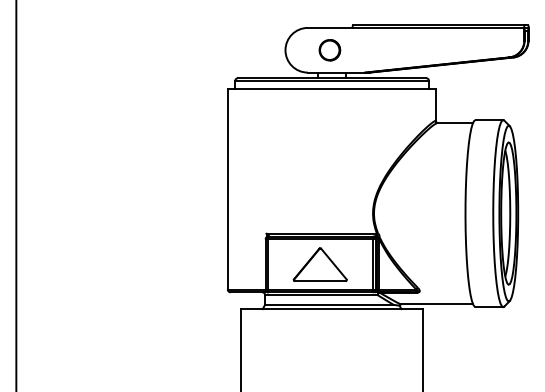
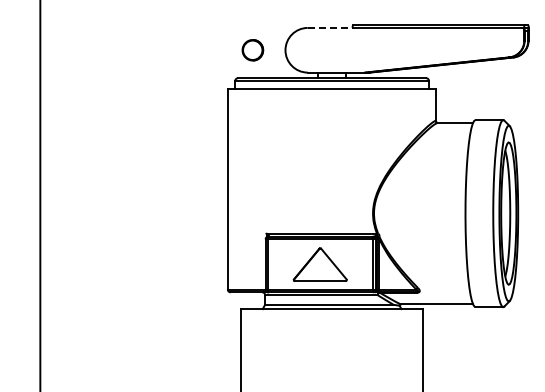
line at (330, 27): solid -> dashed
part at (329, 50) position: (329, 50) -> (252, 50)
line at (16, 195) position: (16, 195) -> (40, 195)
